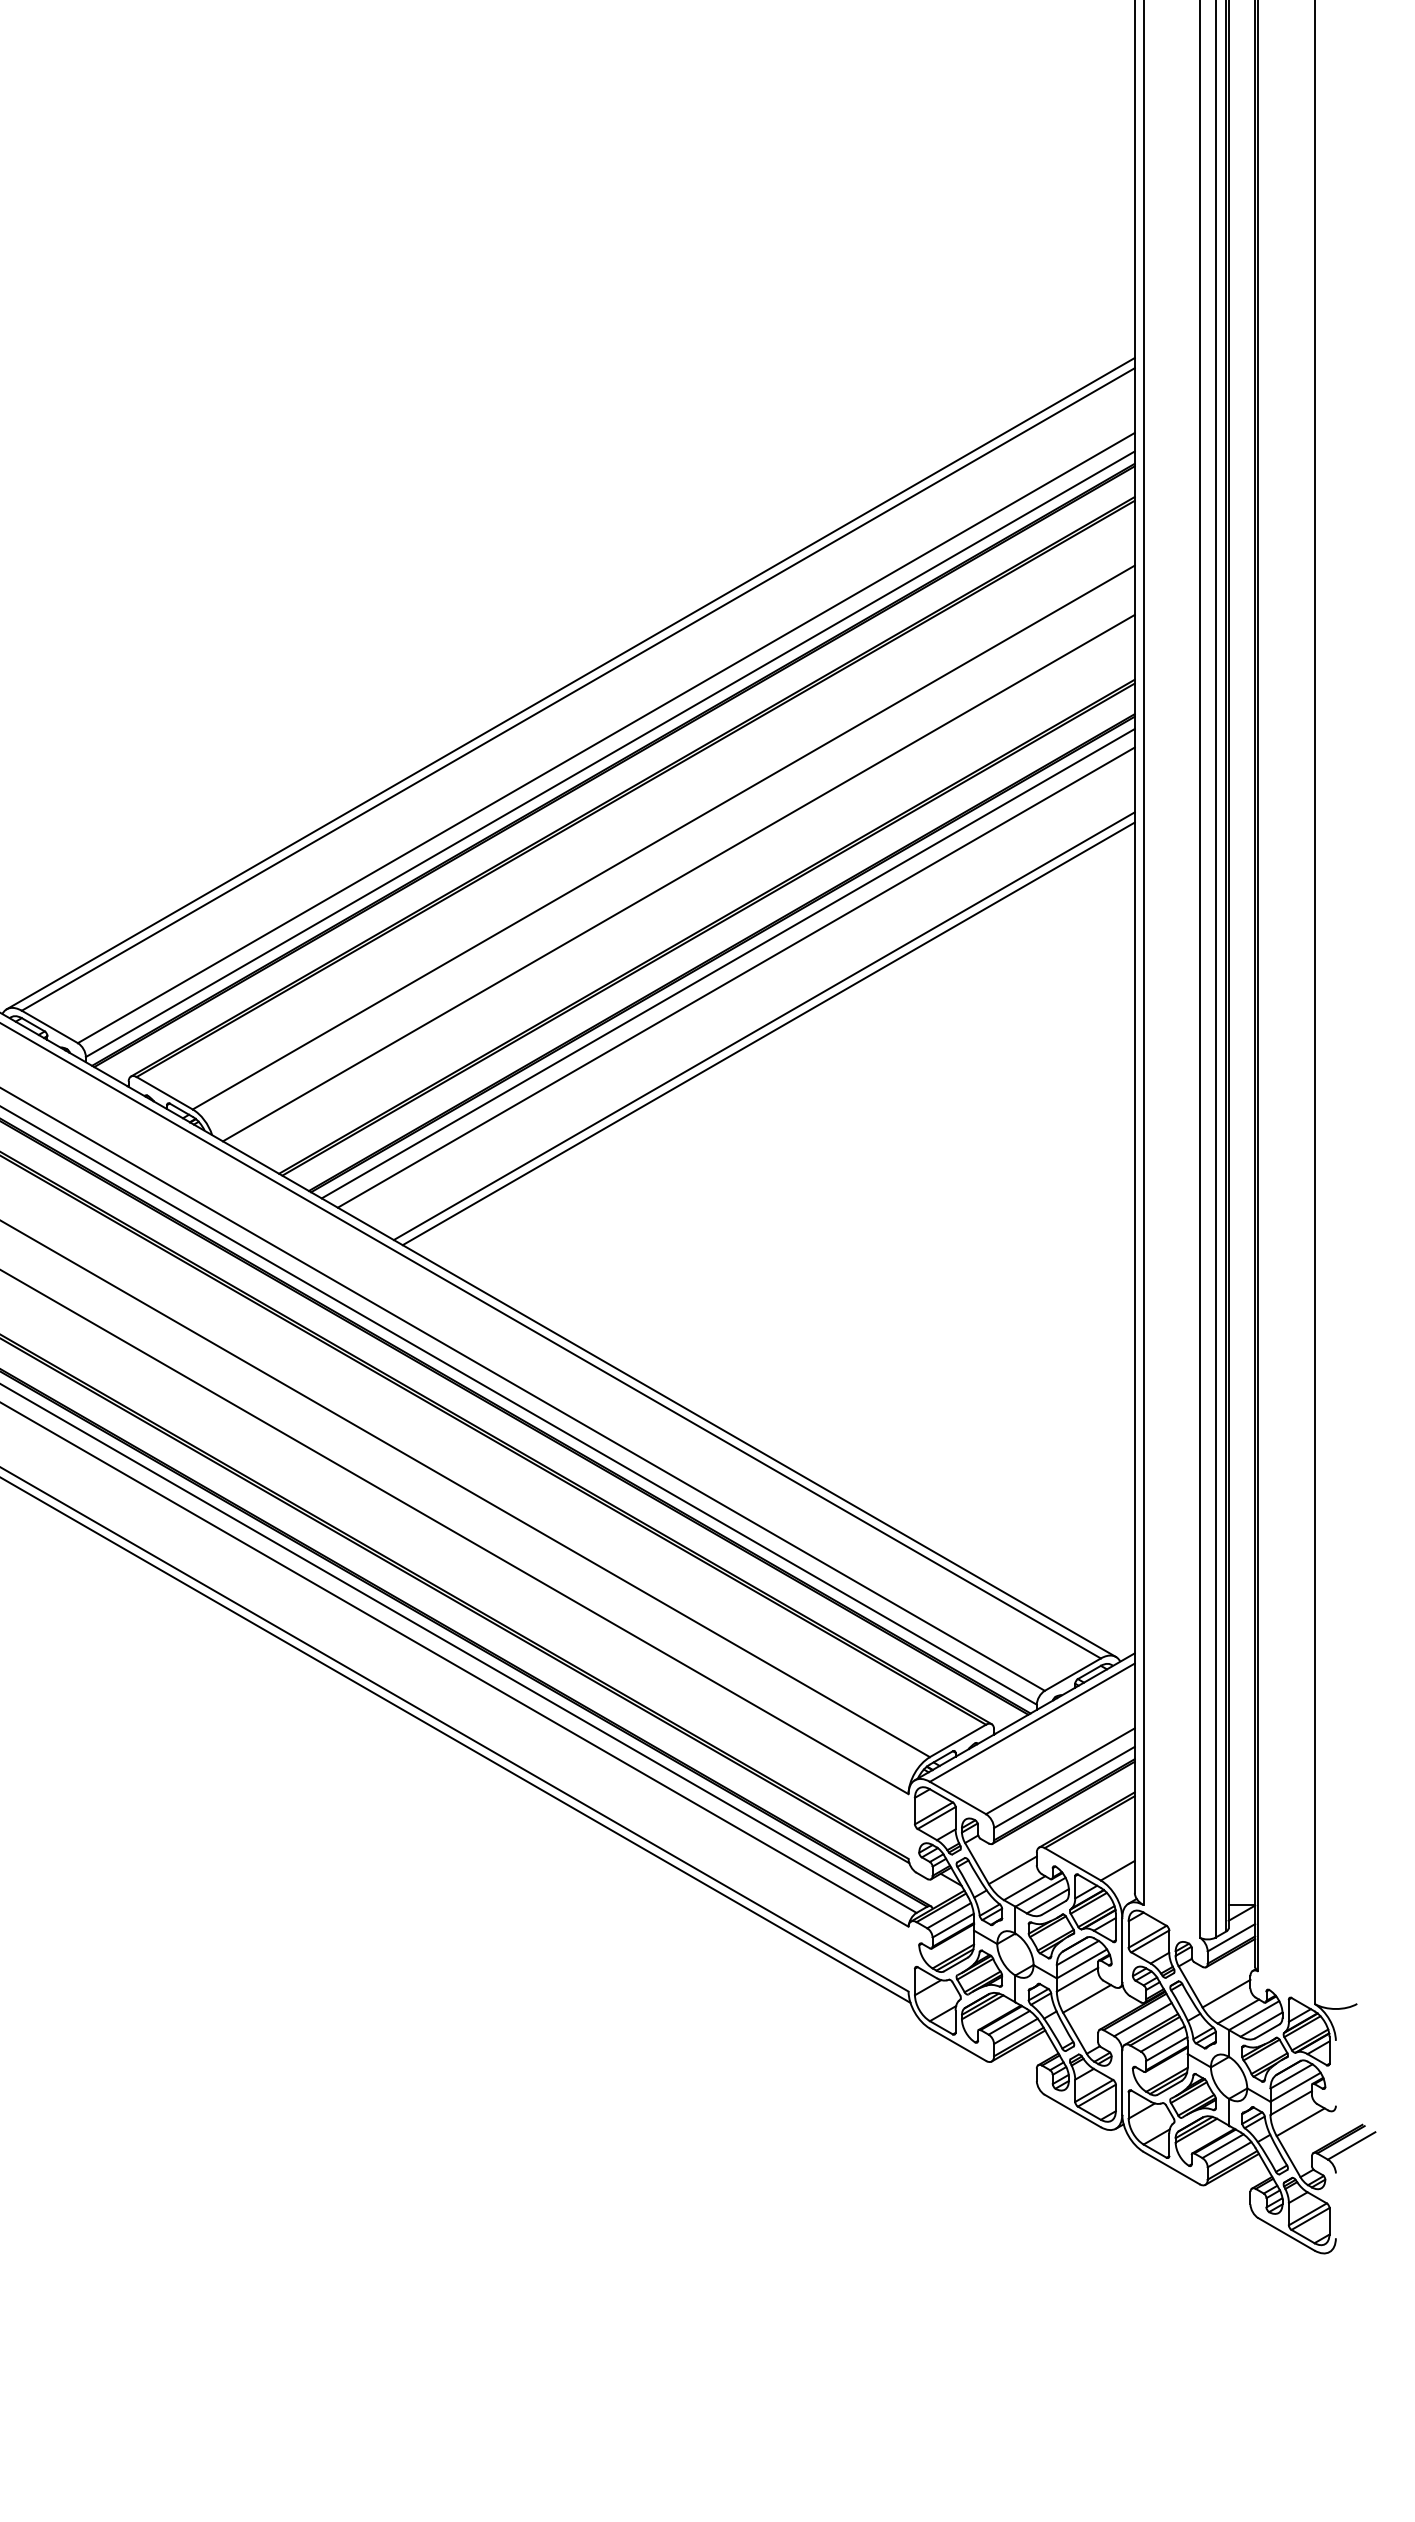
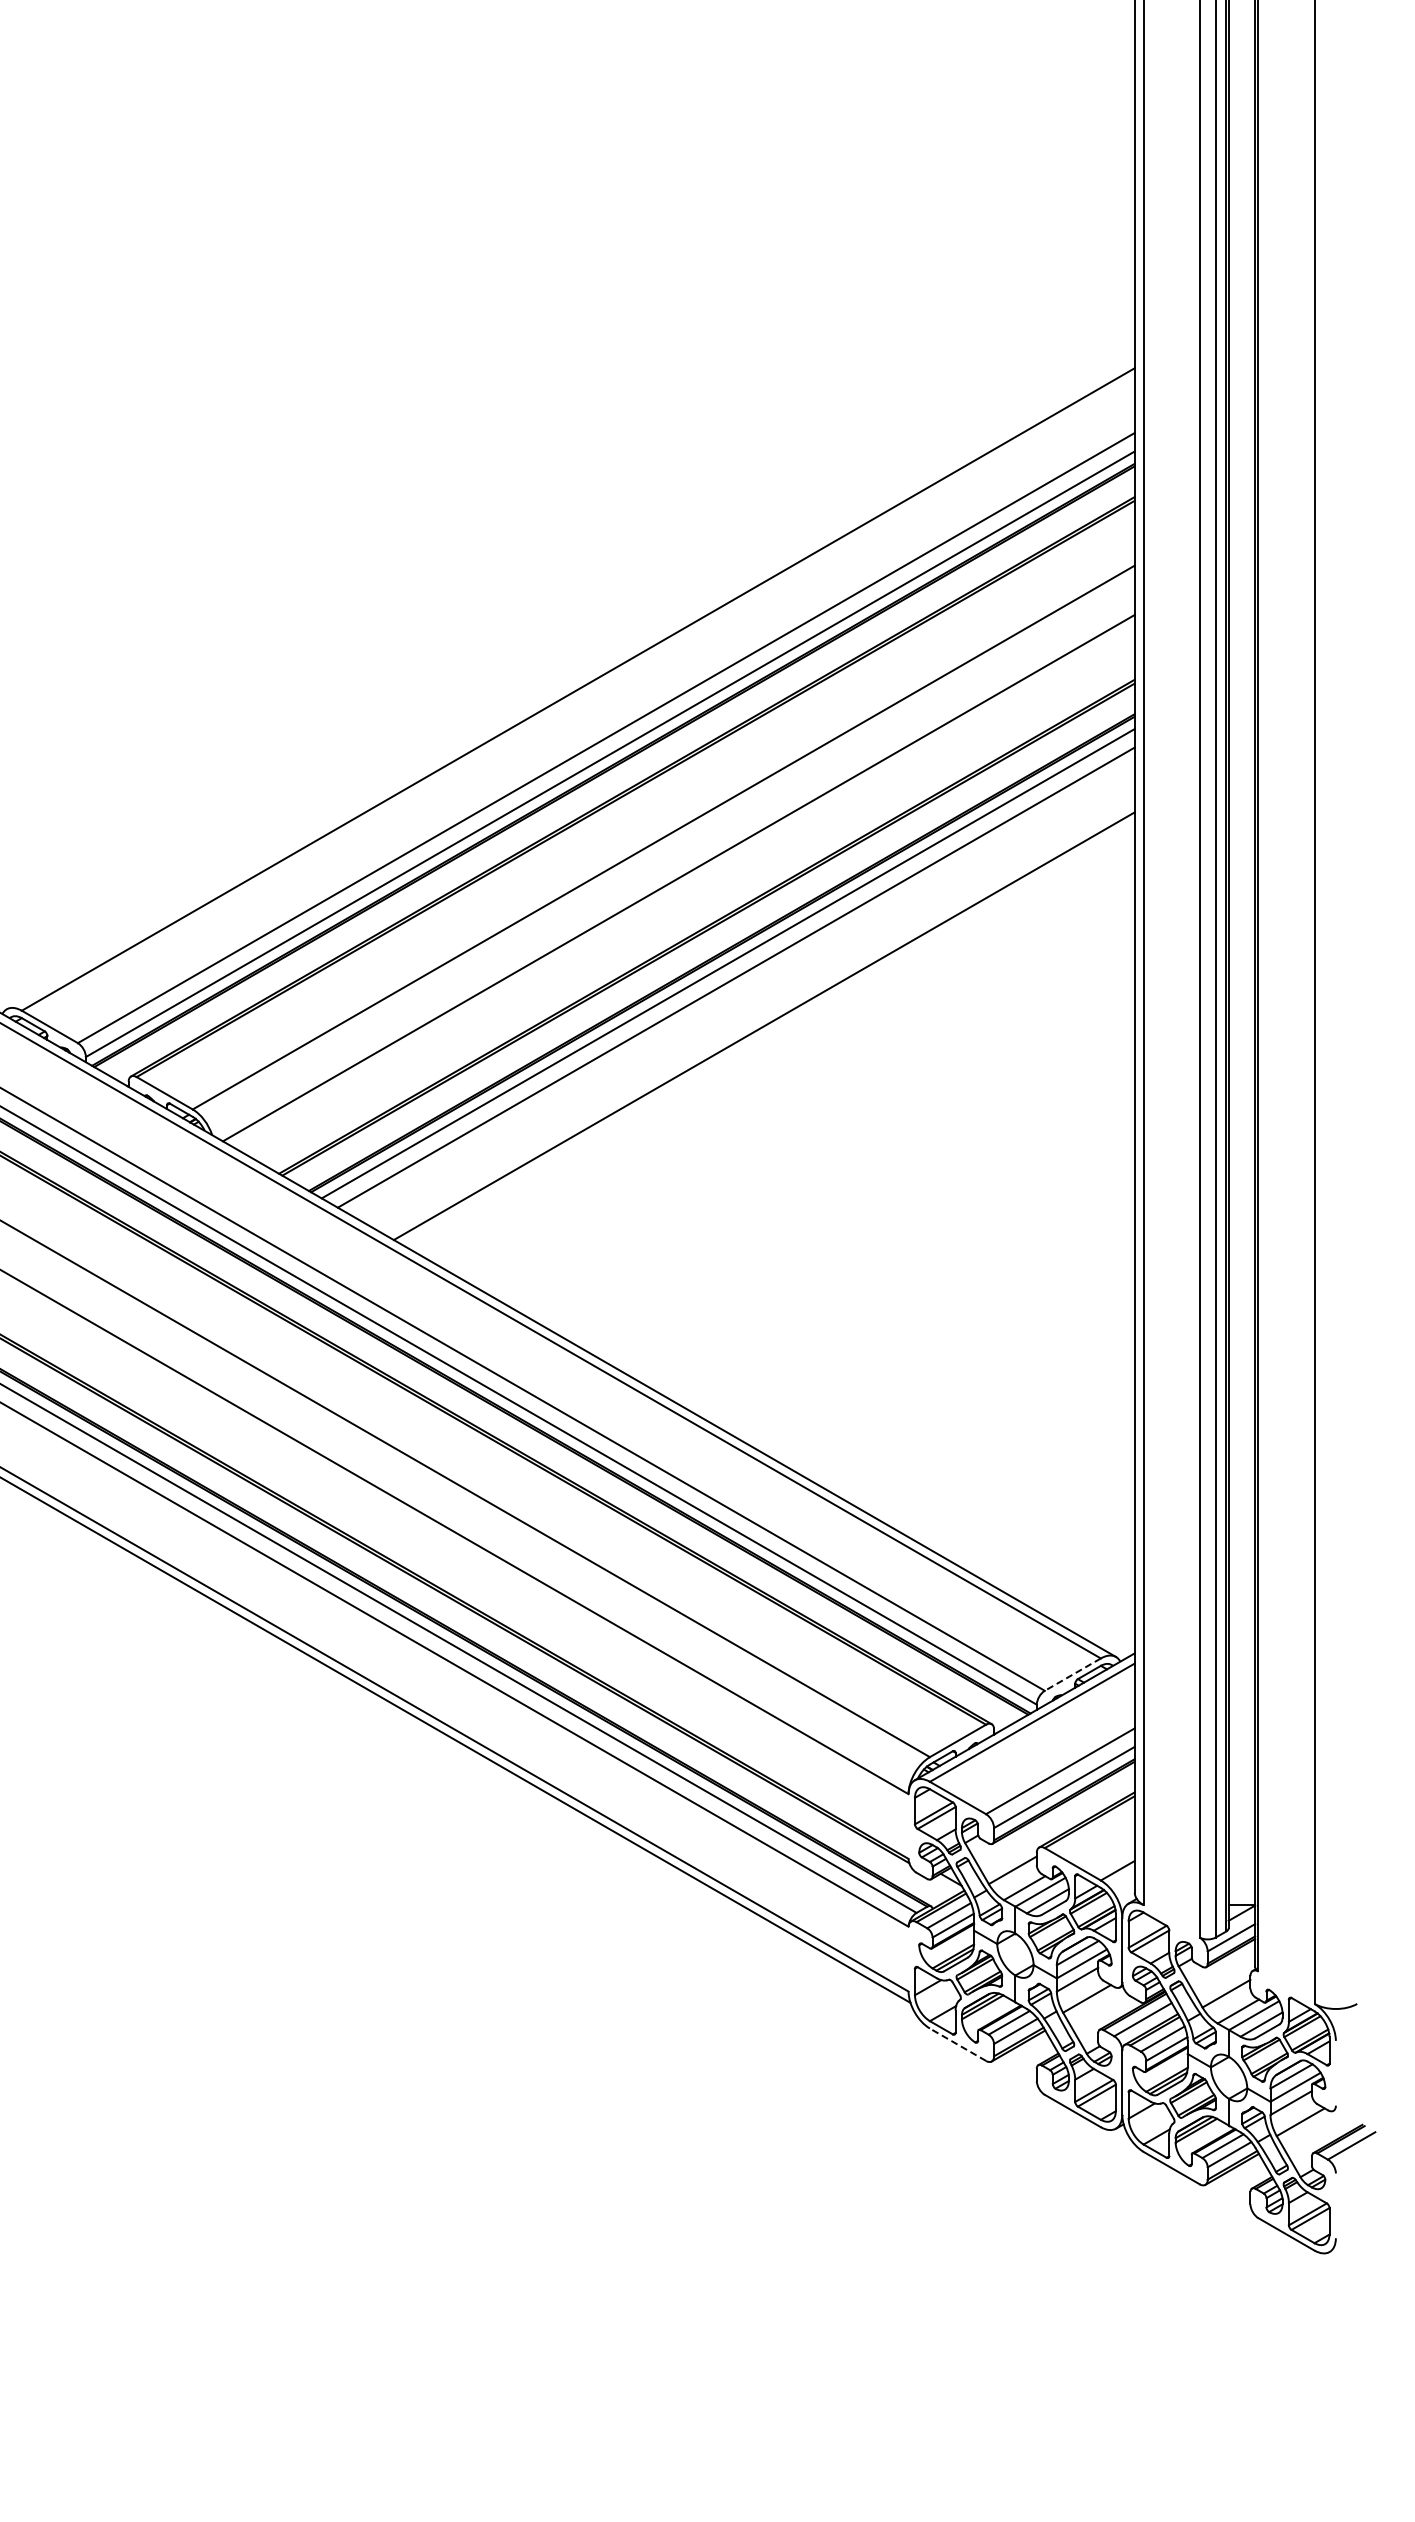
line at (570, 683): present -> none
line at (768, 1033): present -> none
line at (1072, 1674): solid -> dashed
line at (957, 2044): solid -> dashed
